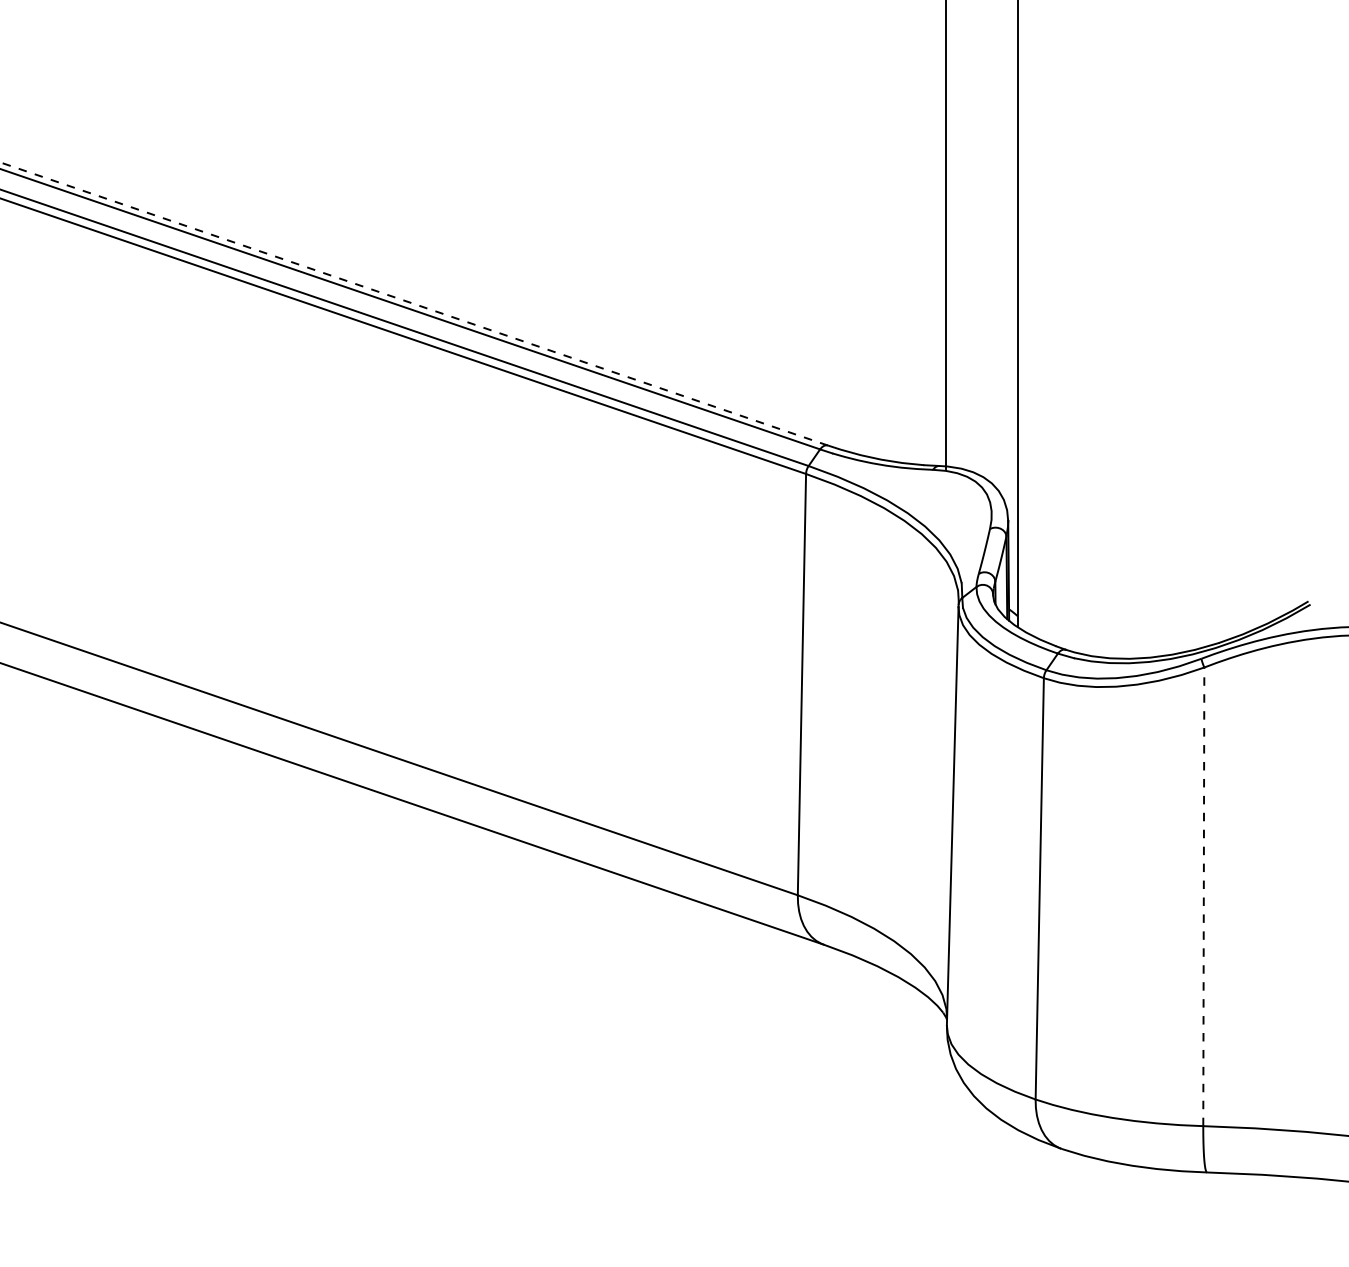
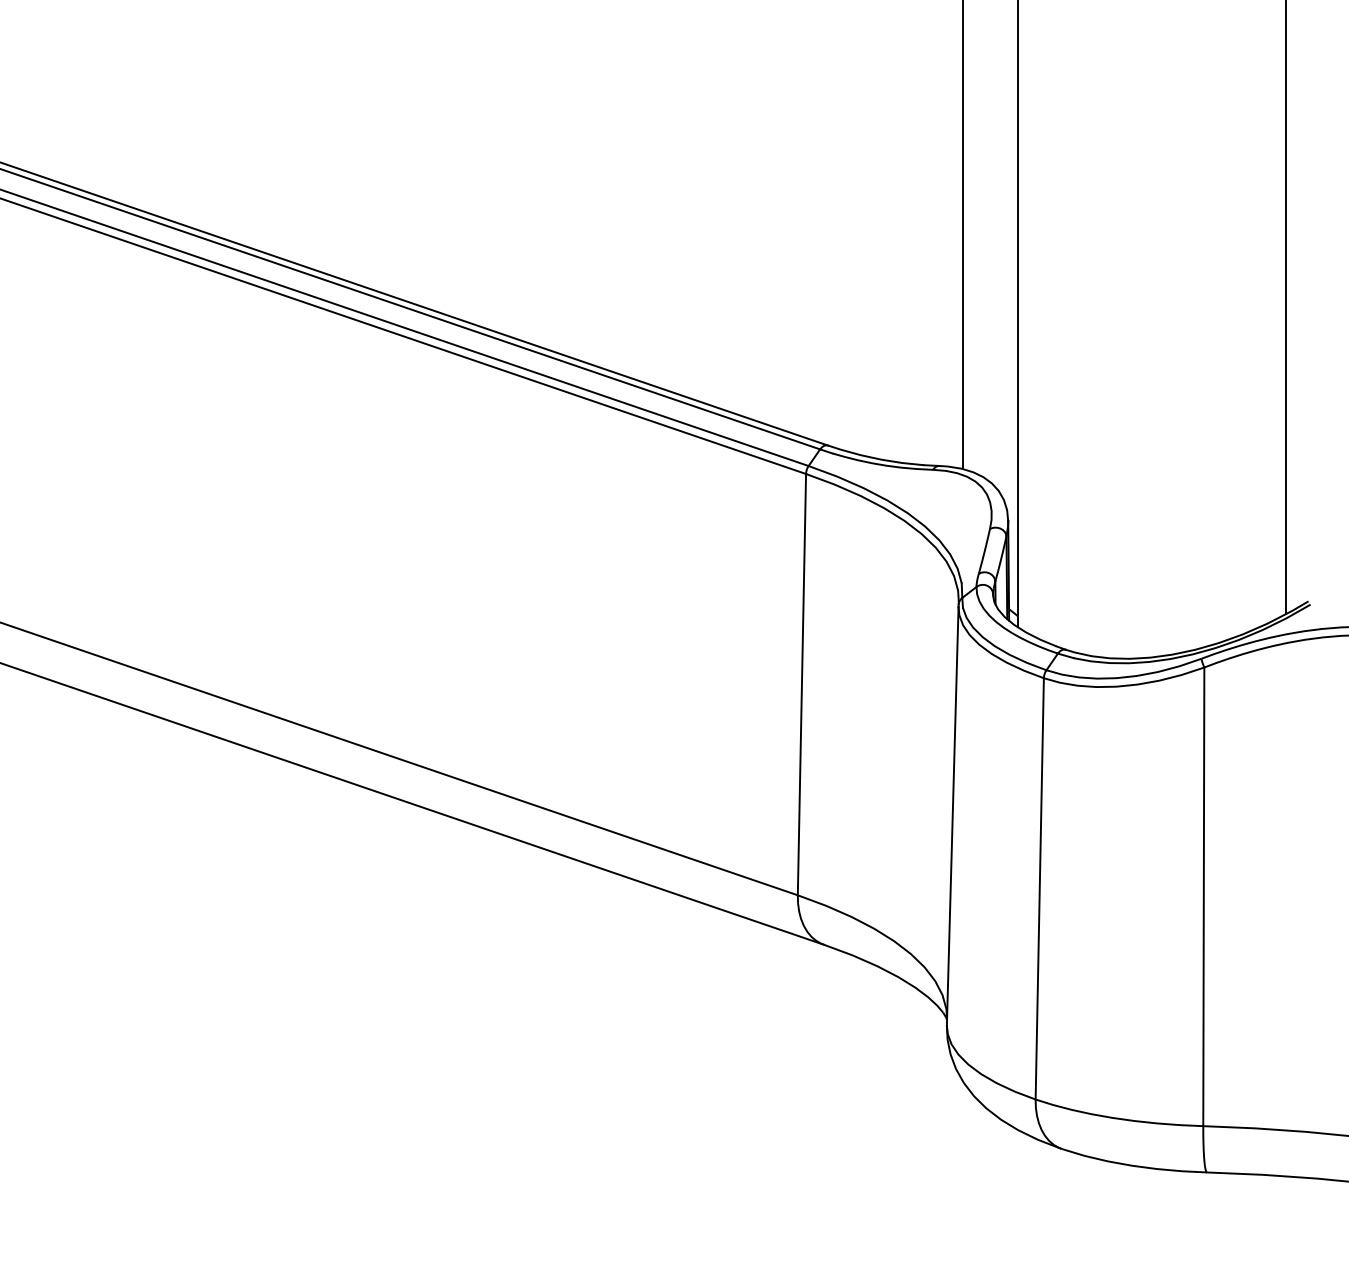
line at (946, 235) position: (946, 235) -> (963, 235)
line at (413, 303): dashed -> solid
line at (1285, 308): none -> present
line at (1203, 896): dashed -> solid
